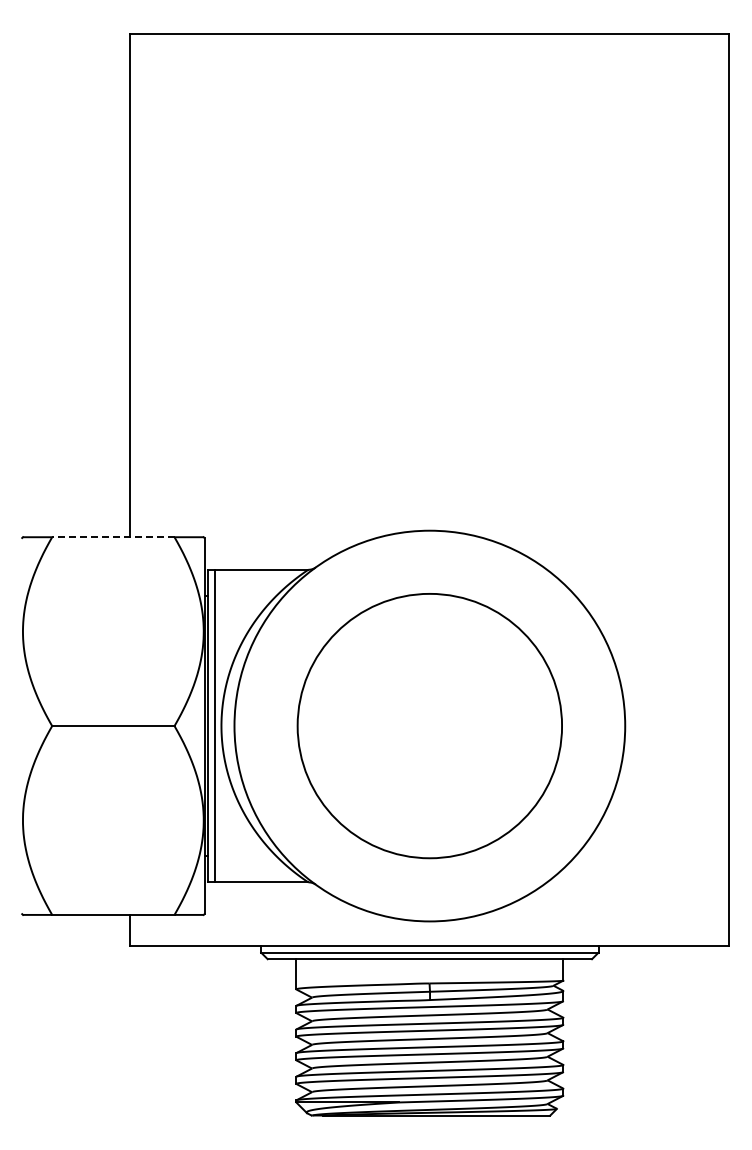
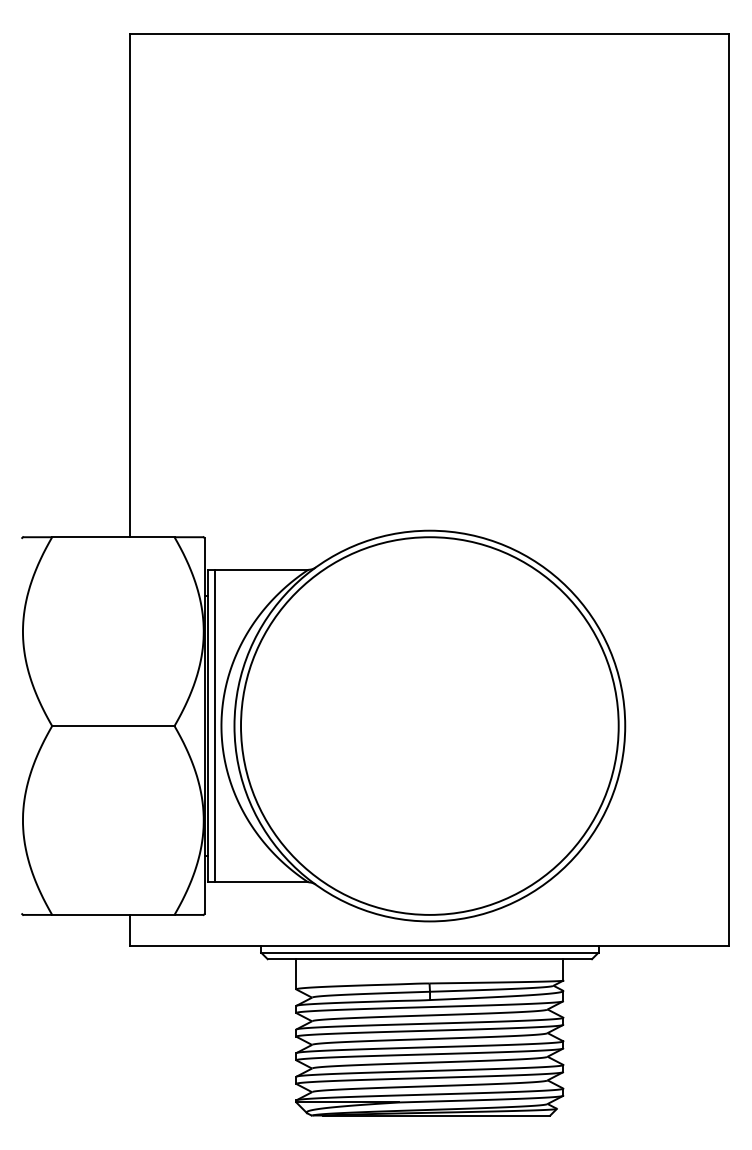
line at (112, 537): dashed -> solid
circle at (429, 725) diameter: 264 px -> 378 px
